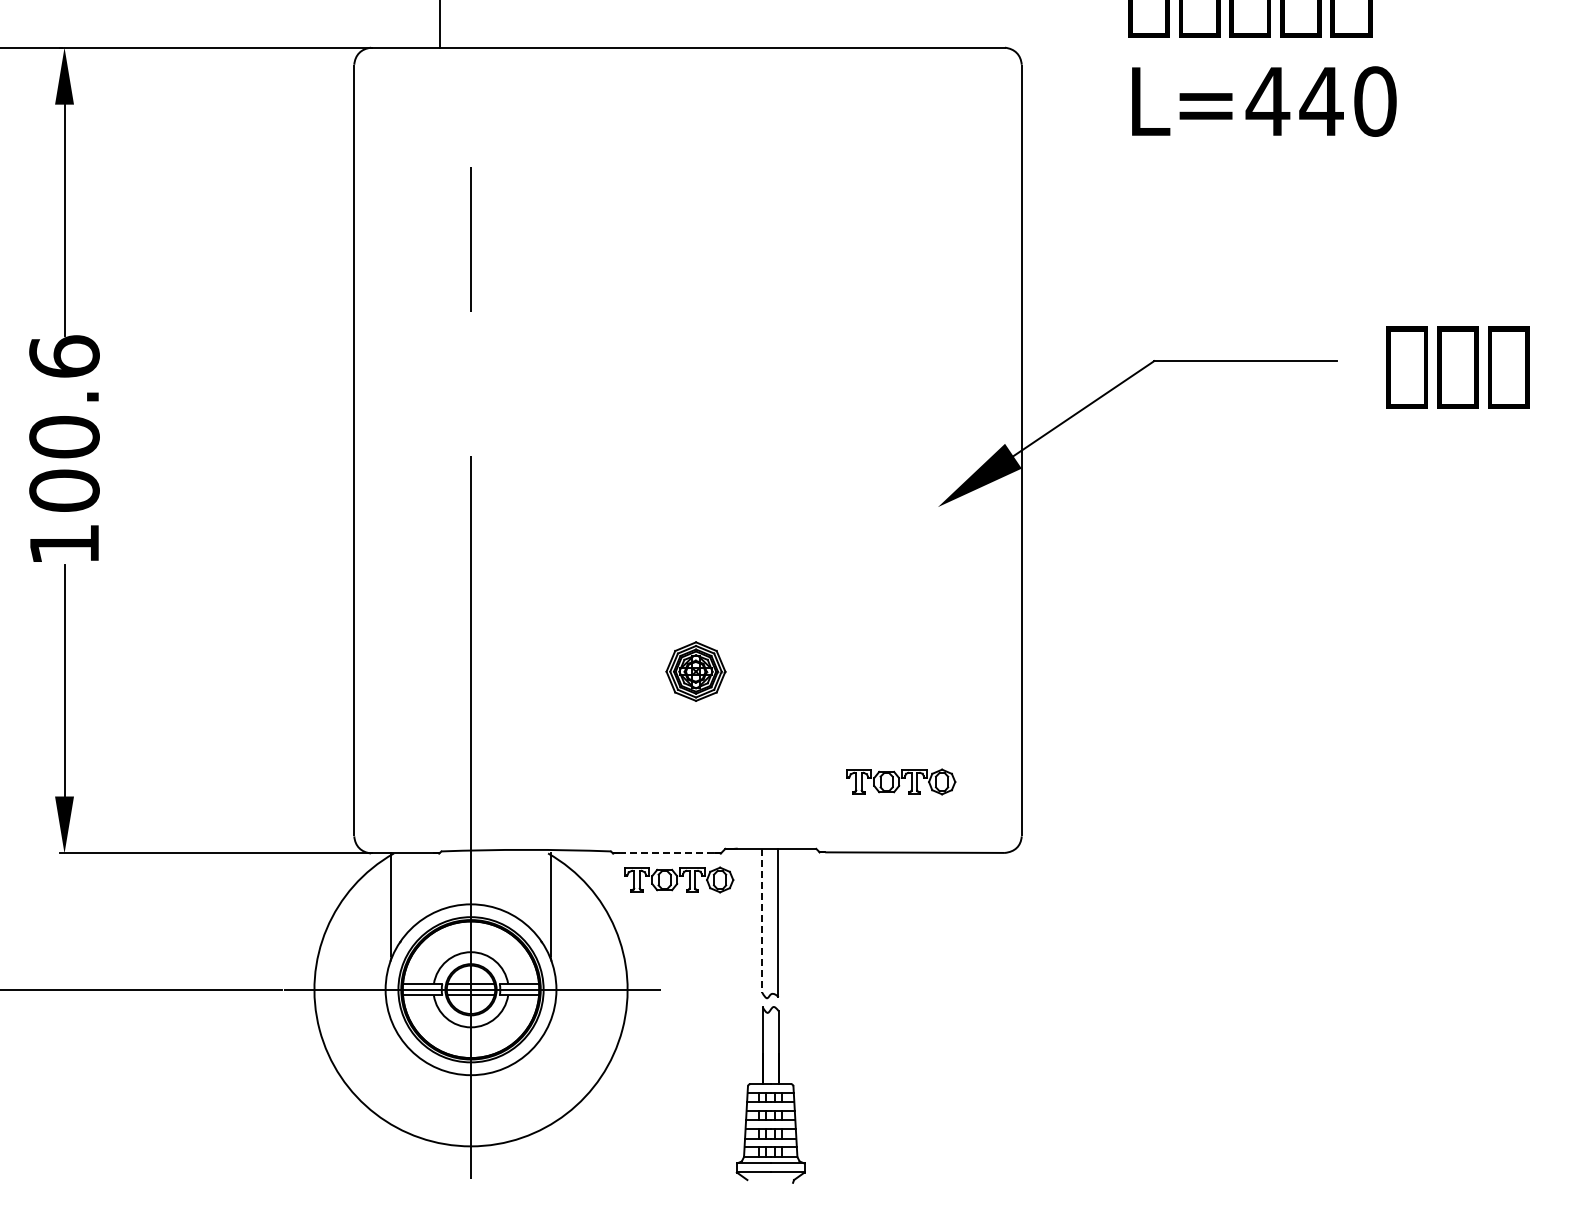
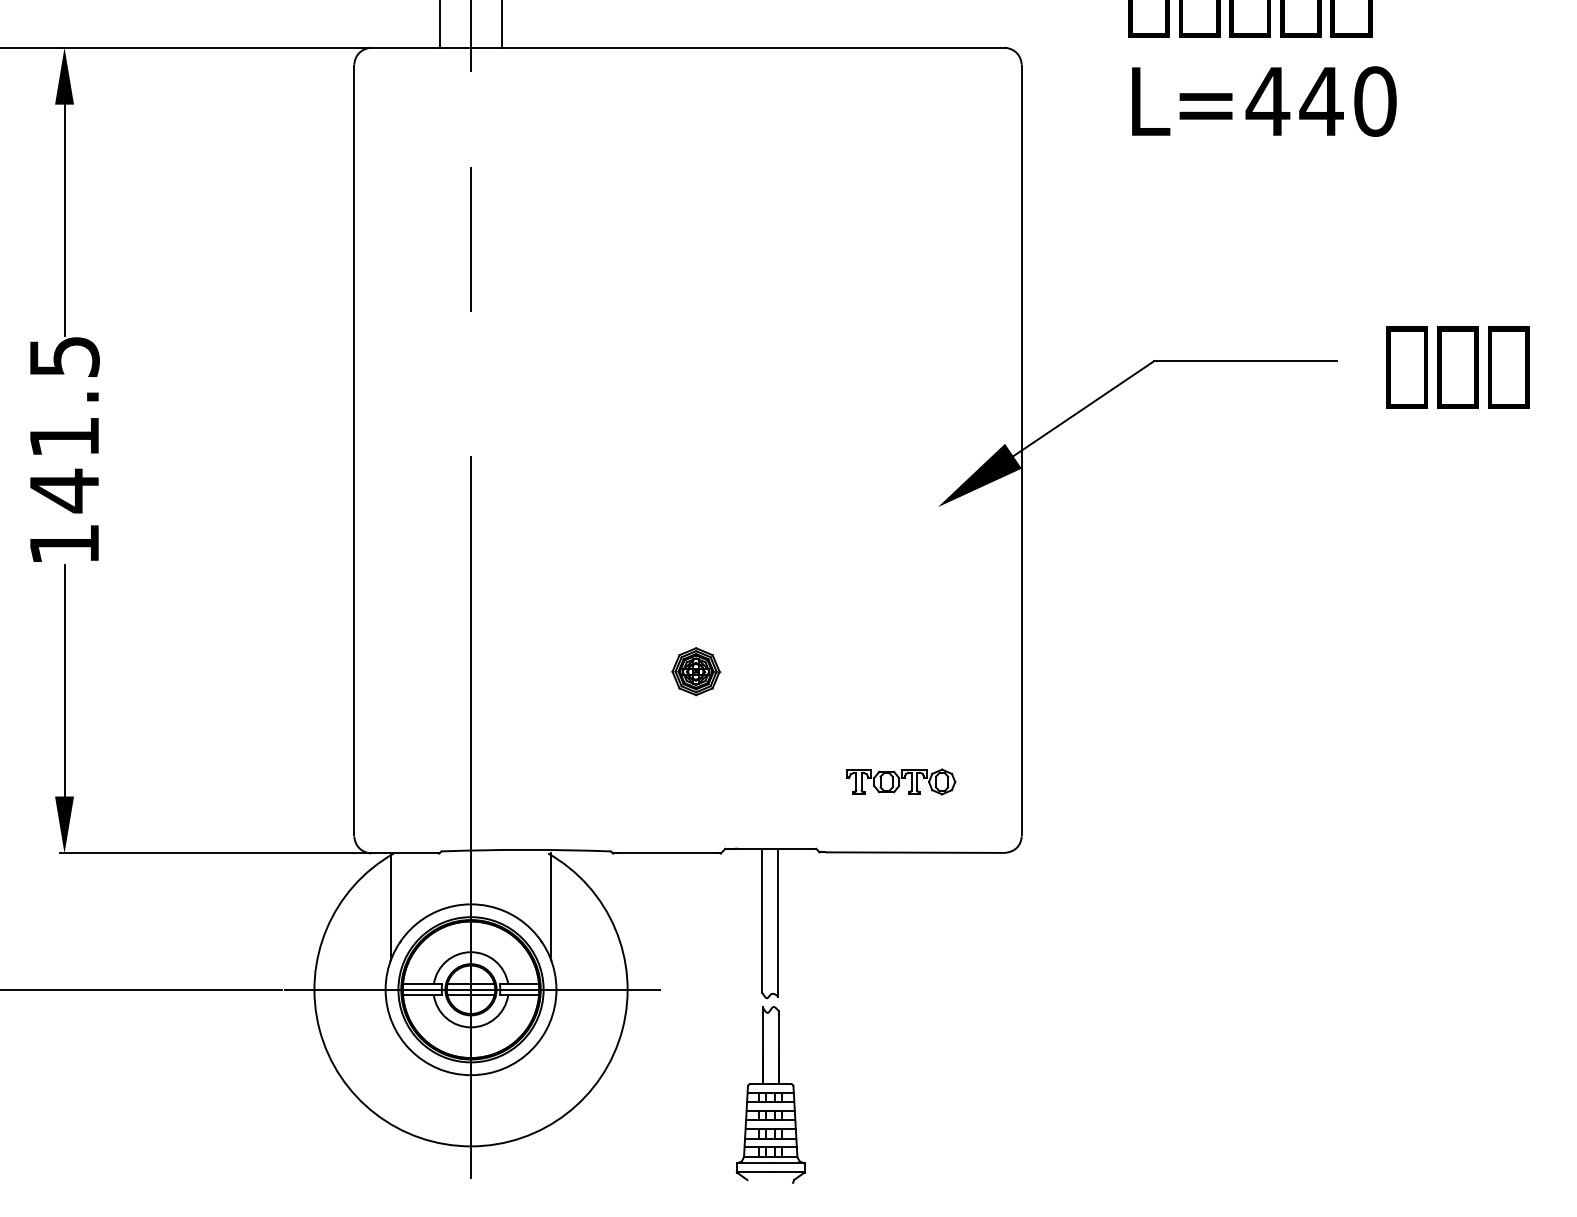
line at (502, 24): none -> present
line at (471, 37): none -> present
text at (64, 424): 100.6 -> 141.5
part at (695, 671) size: 62x61 px -> 51x50 px
line at (667, 853): dashed -> solid
part at (679, 879): present -> none
line at (762, 920): dashed -> solid
